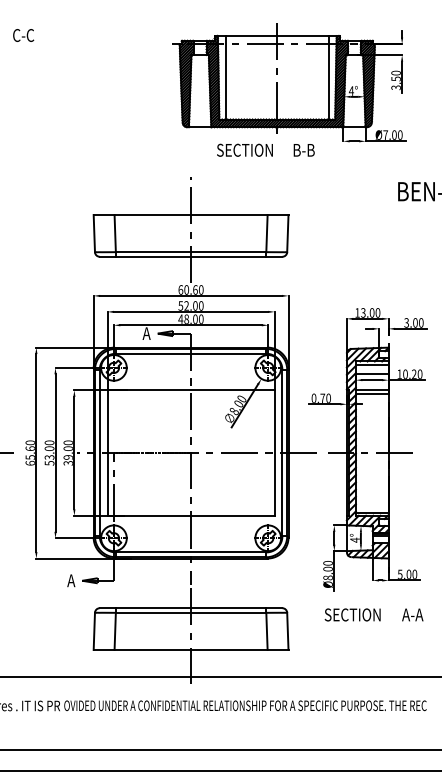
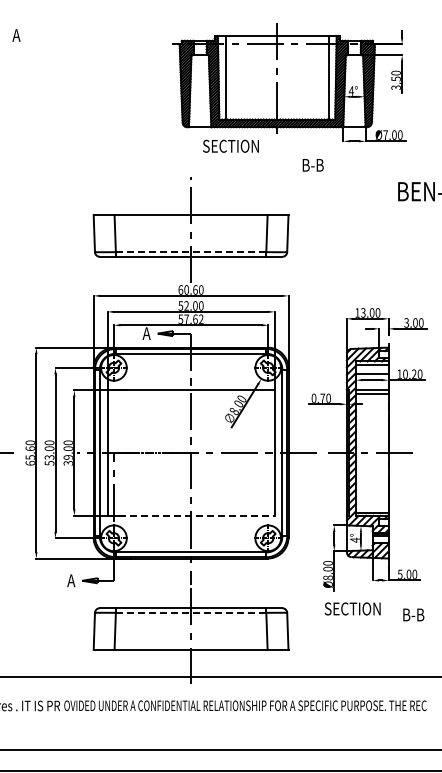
text at (23, 35): C-C -> A
text at (244, 149) position: (244, 149) -> (230, 145)
text at (303, 150) position: (303, 150) -> (312, 165)
line at (191, 252): solid -> dashed
text at (190, 318): 48.00 -> 57.62
line at (191, 515): solid -> dashed
line at (190, 612): solid -> dashed
text at (352, 614) position: (352, 614) -> (352, 608)
text at (413, 614): A-A -> B-B
